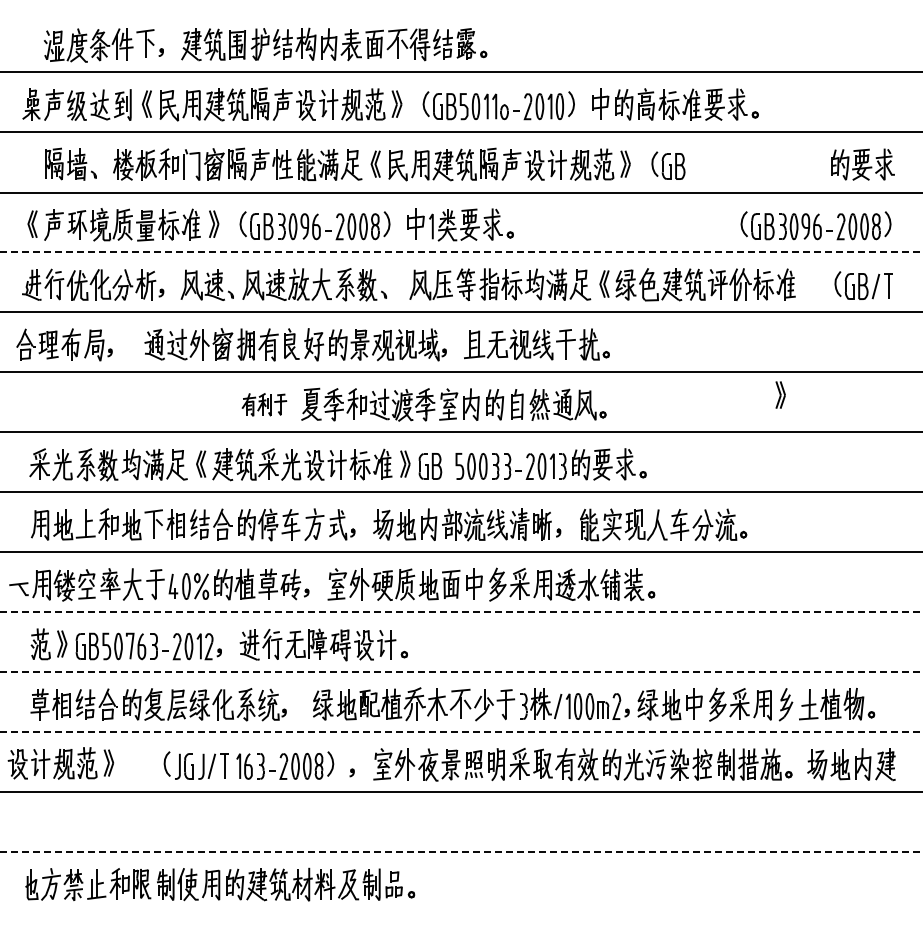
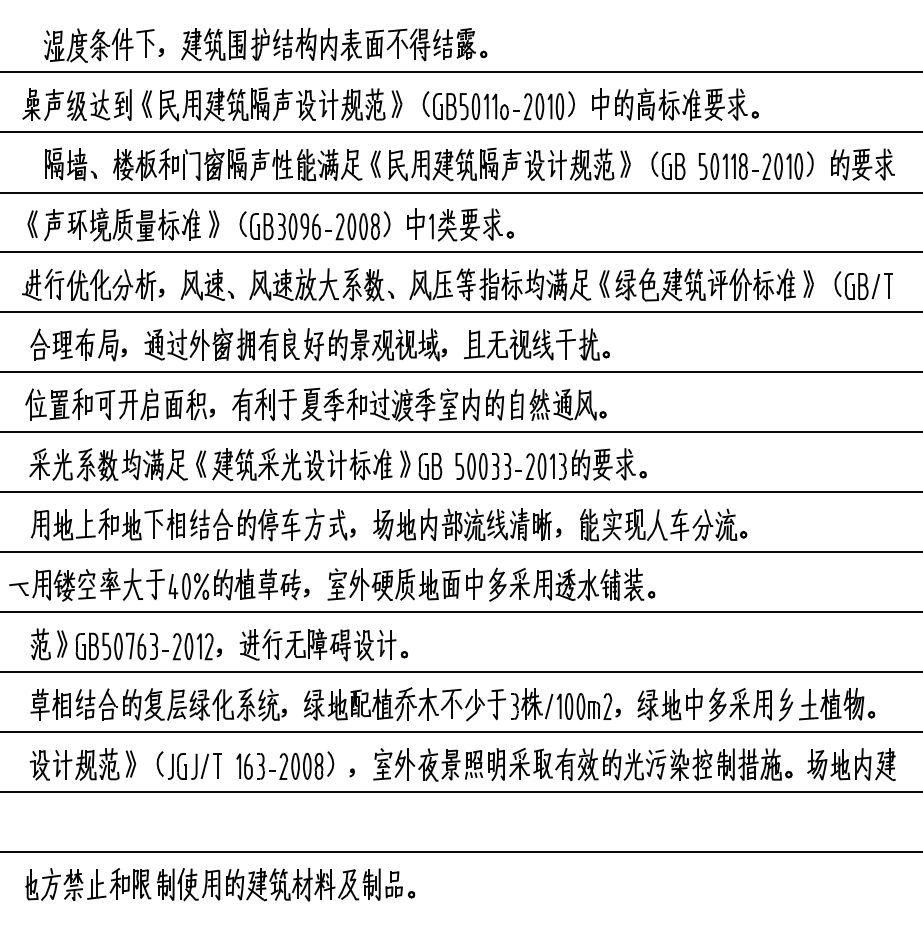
part at (755, 165): none -> present
part at (815, 225): present -> none
line at (461, 252): dashed -> solid
part at (314, 284) position: (314, 284) -> (321, 284)
part at (64, 344) position: (64, 344) -> (78, 344)
part at (780, 394) position: (780, 394) -> (808, 283)
part at (119, 404): none -> present
part at (264, 404) size: 47x24 px -> 65x34 px
line at (461, 612): dashed -> solid
line at (461, 672): dashed -> solid
part at (471, 704) position: (471, 704) -> (462, 704)
line at (461, 732): dashed -> solid
part at (60, 763) position: (60, 763) -> (82, 764)
part at (195, 765) position: (195, 765) -> (188, 765)
line at (461, 852): dashed -> solid
